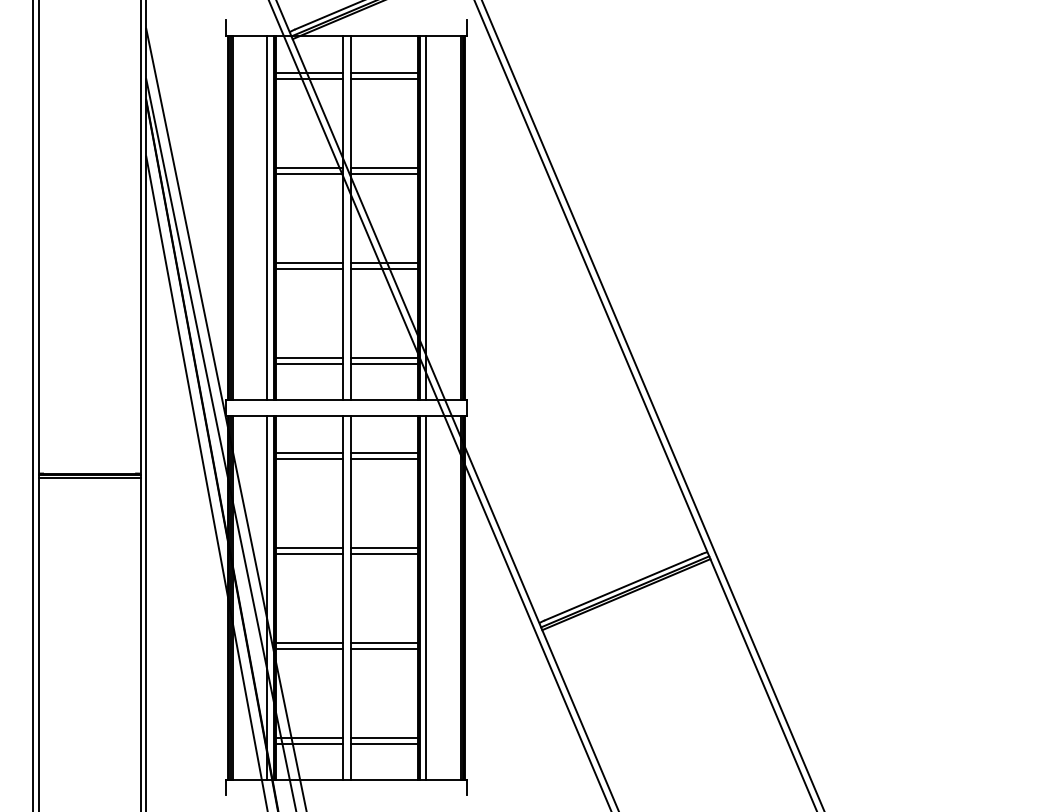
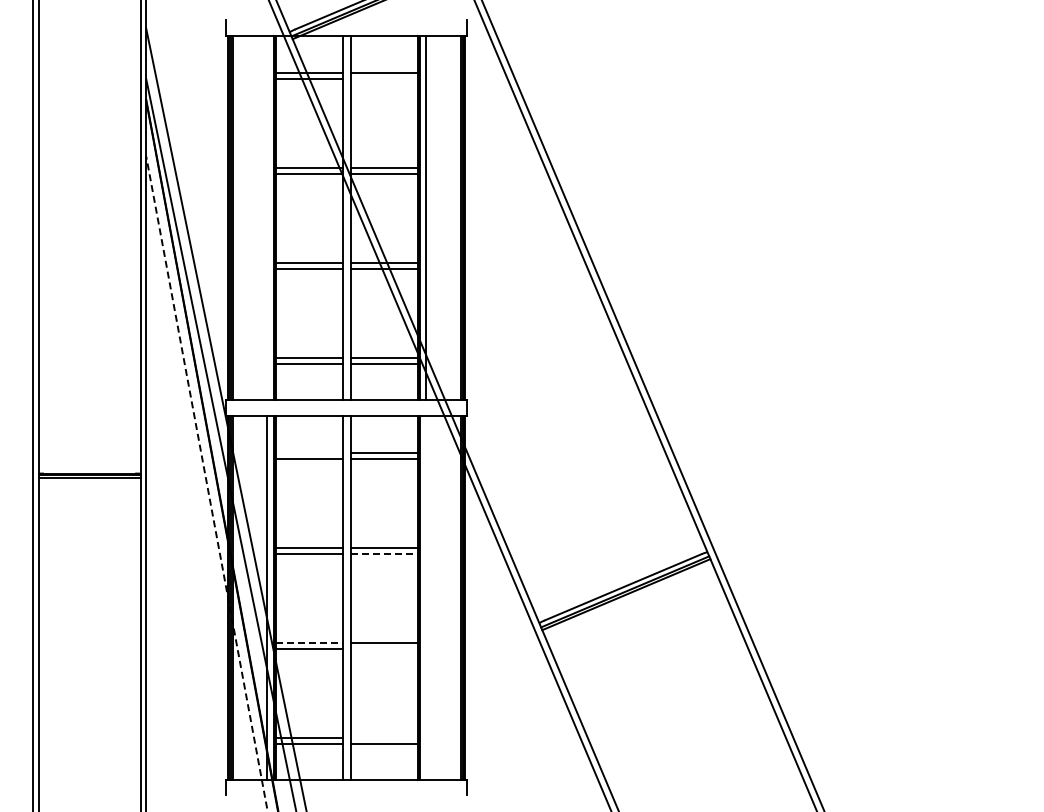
line at (383, 78): present -> none
line at (267, 217): present -> none
line at (308, 452): present -> none
line at (206, 483): solid -> dashed
line at (384, 553): solid -> dashed
line at (426, 597): present -> none
line at (309, 642): solid -> dashed
line at (383, 648): present -> none
line at (383, 737): present -> none
